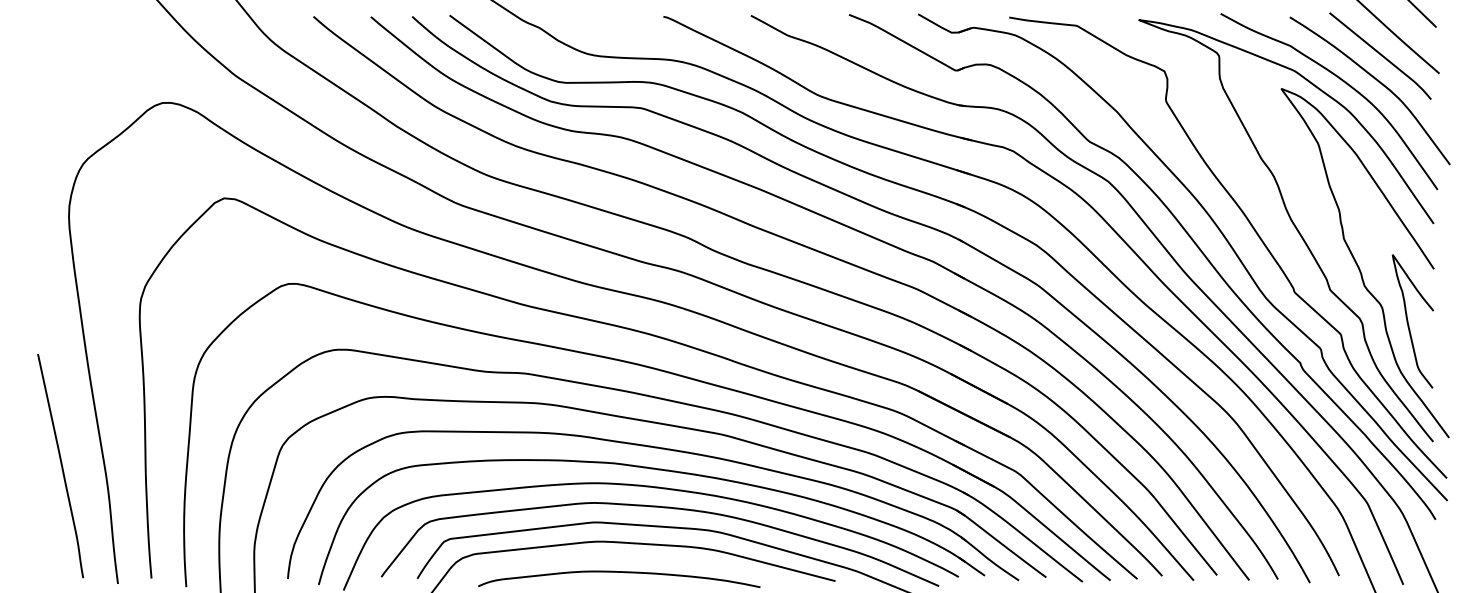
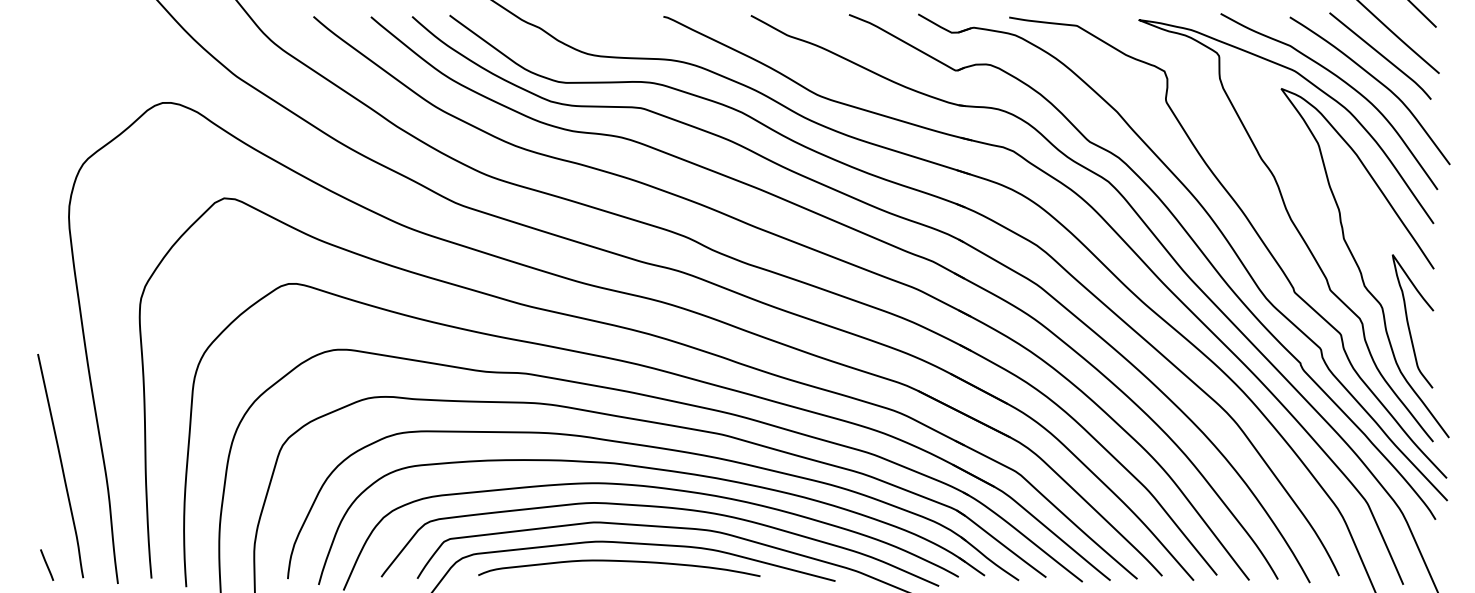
line at (47, 564): none -> present
curve at (619, 572) position: (619, 572) -> (619, 561)
